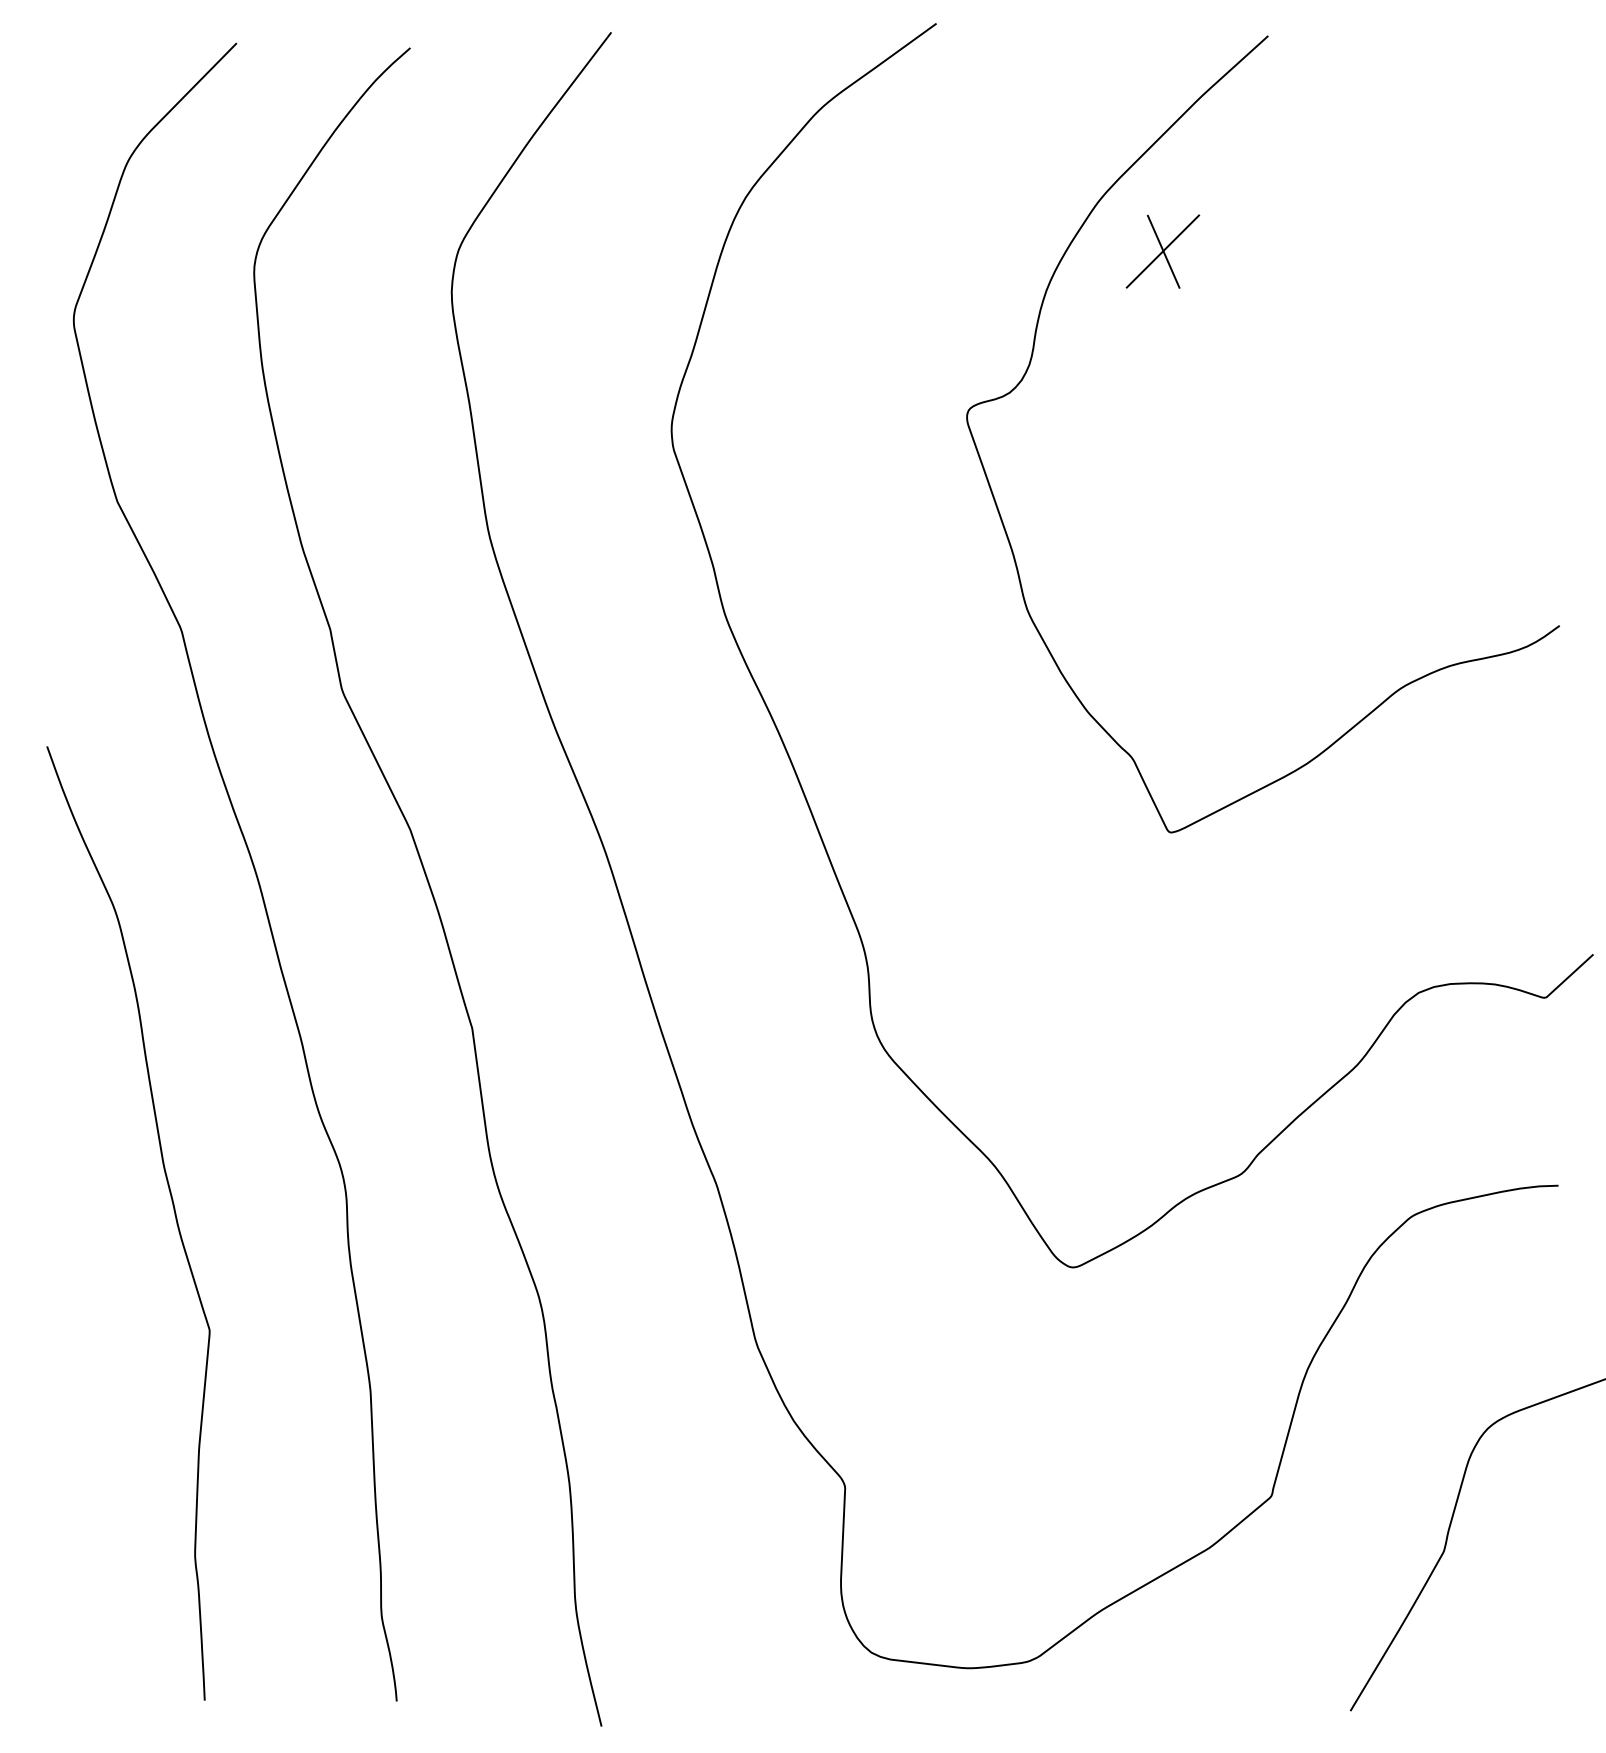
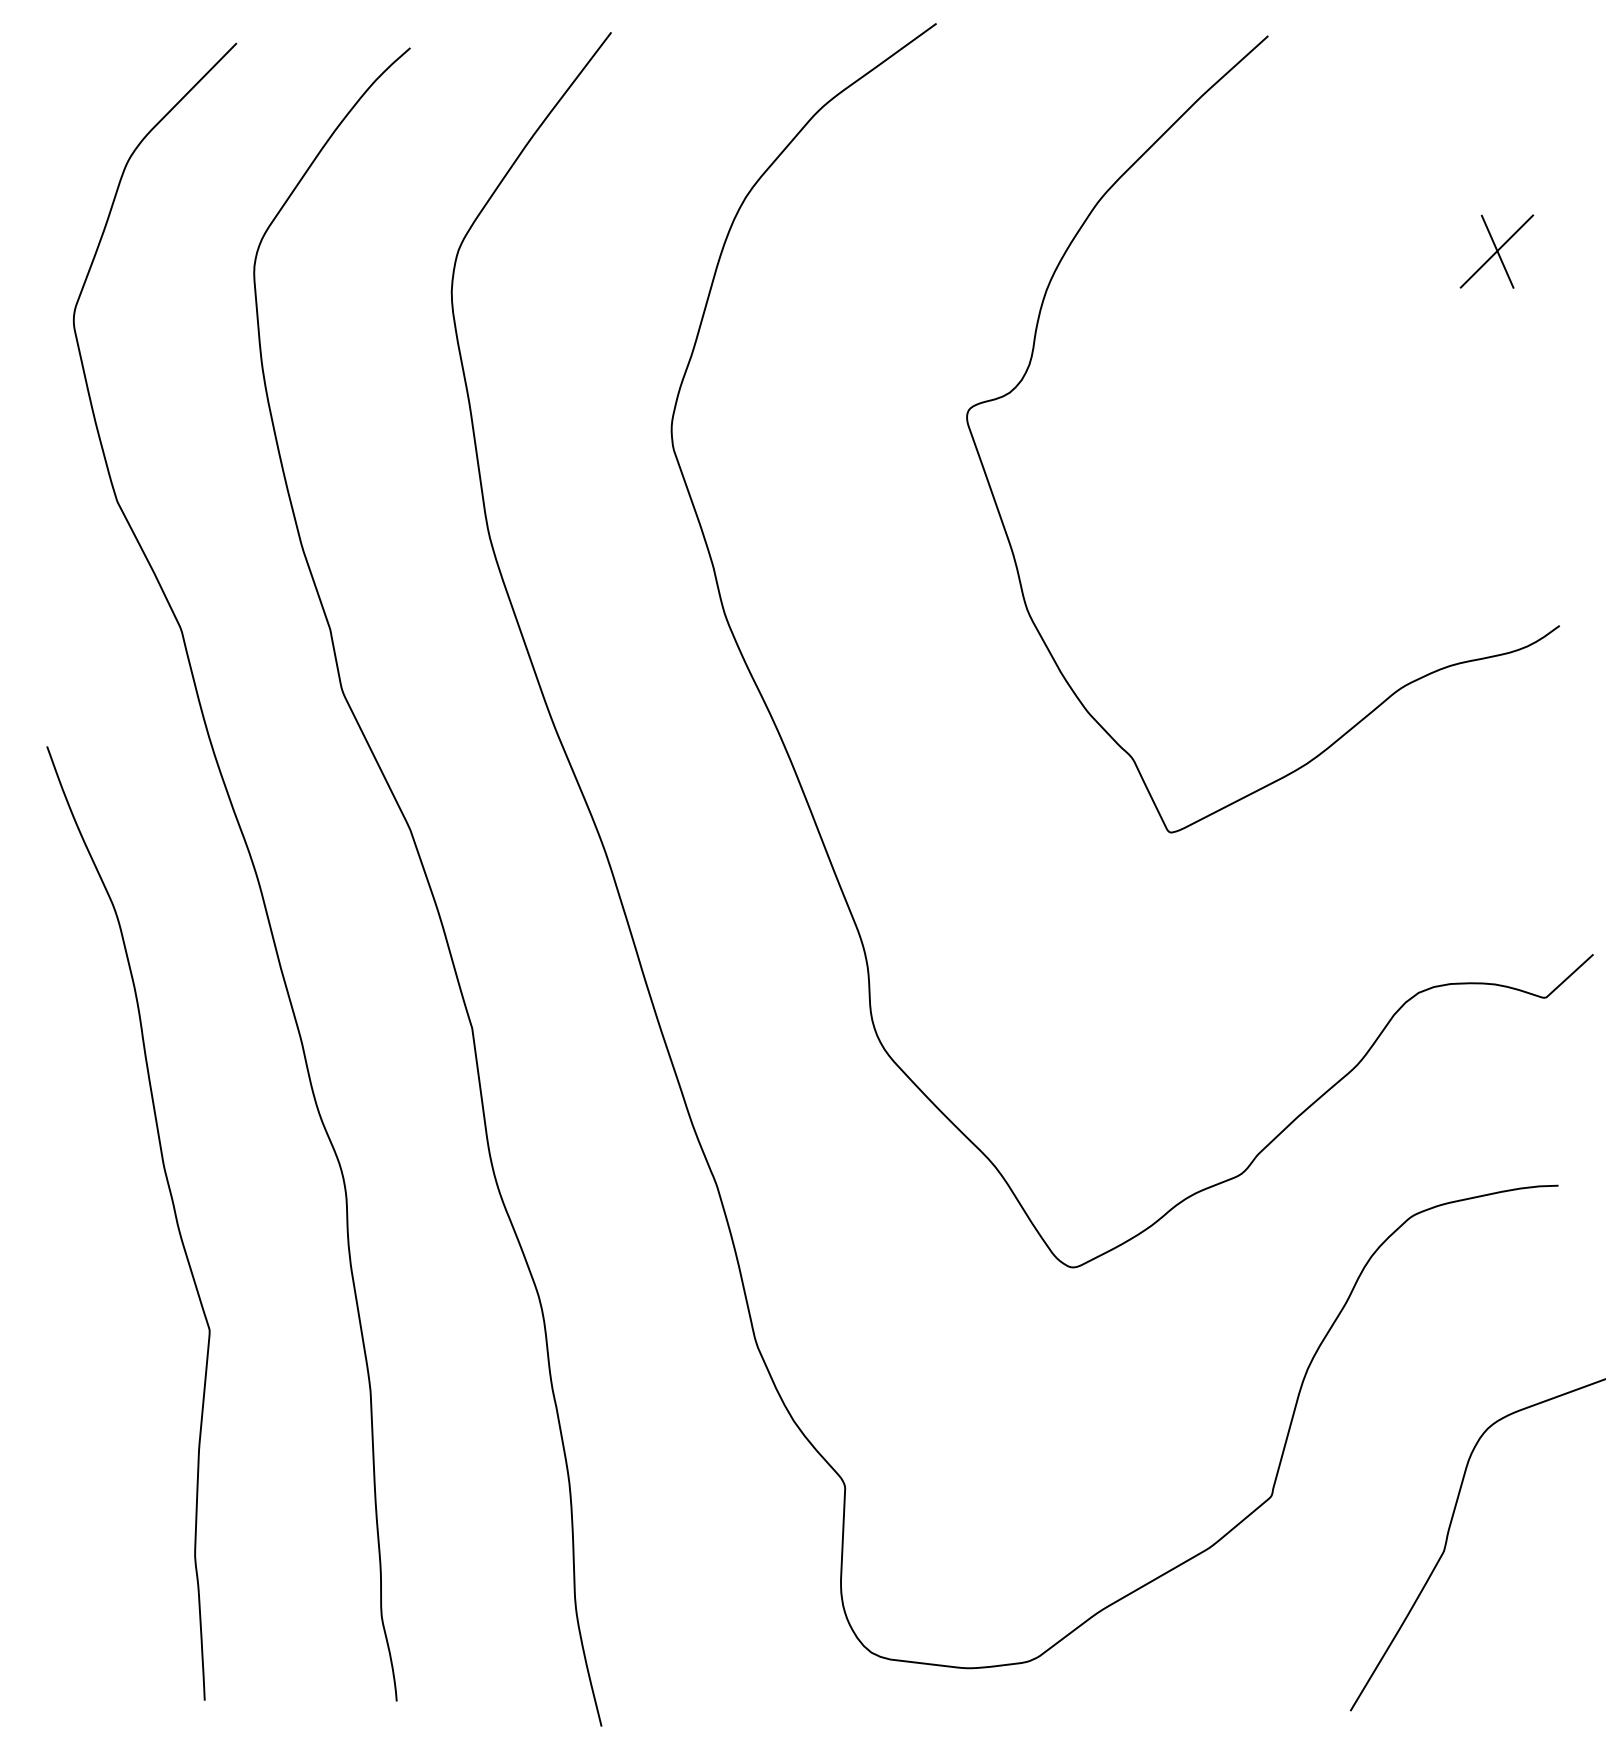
part at (1162, 251) position: (1162, 251) -> (1496, 251)
